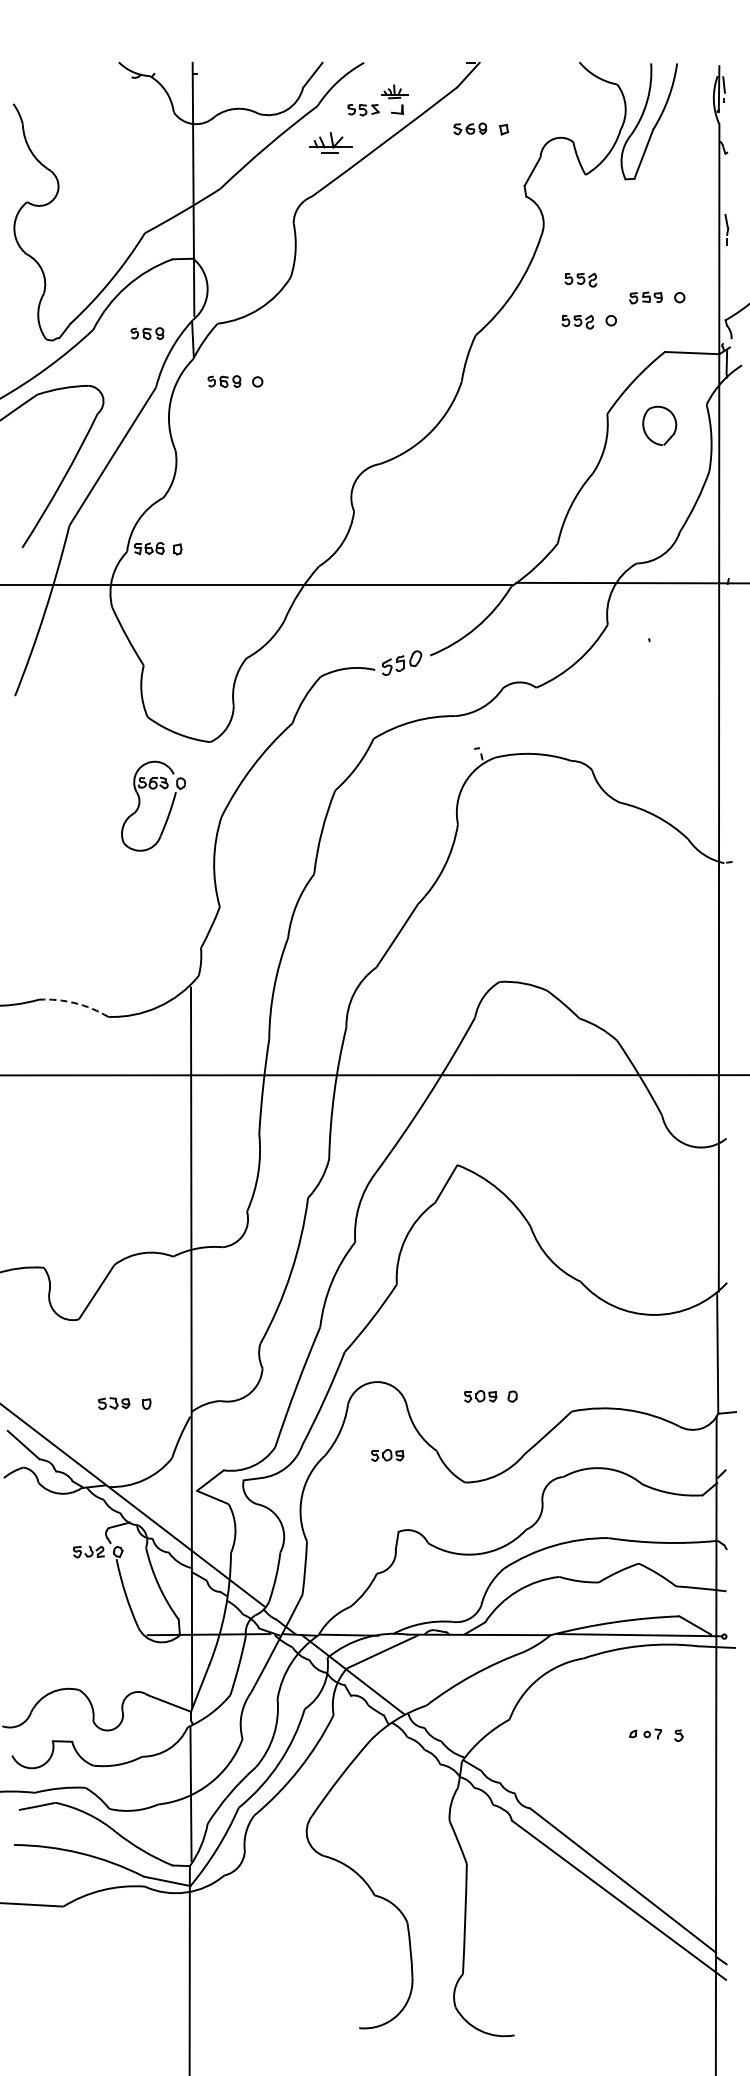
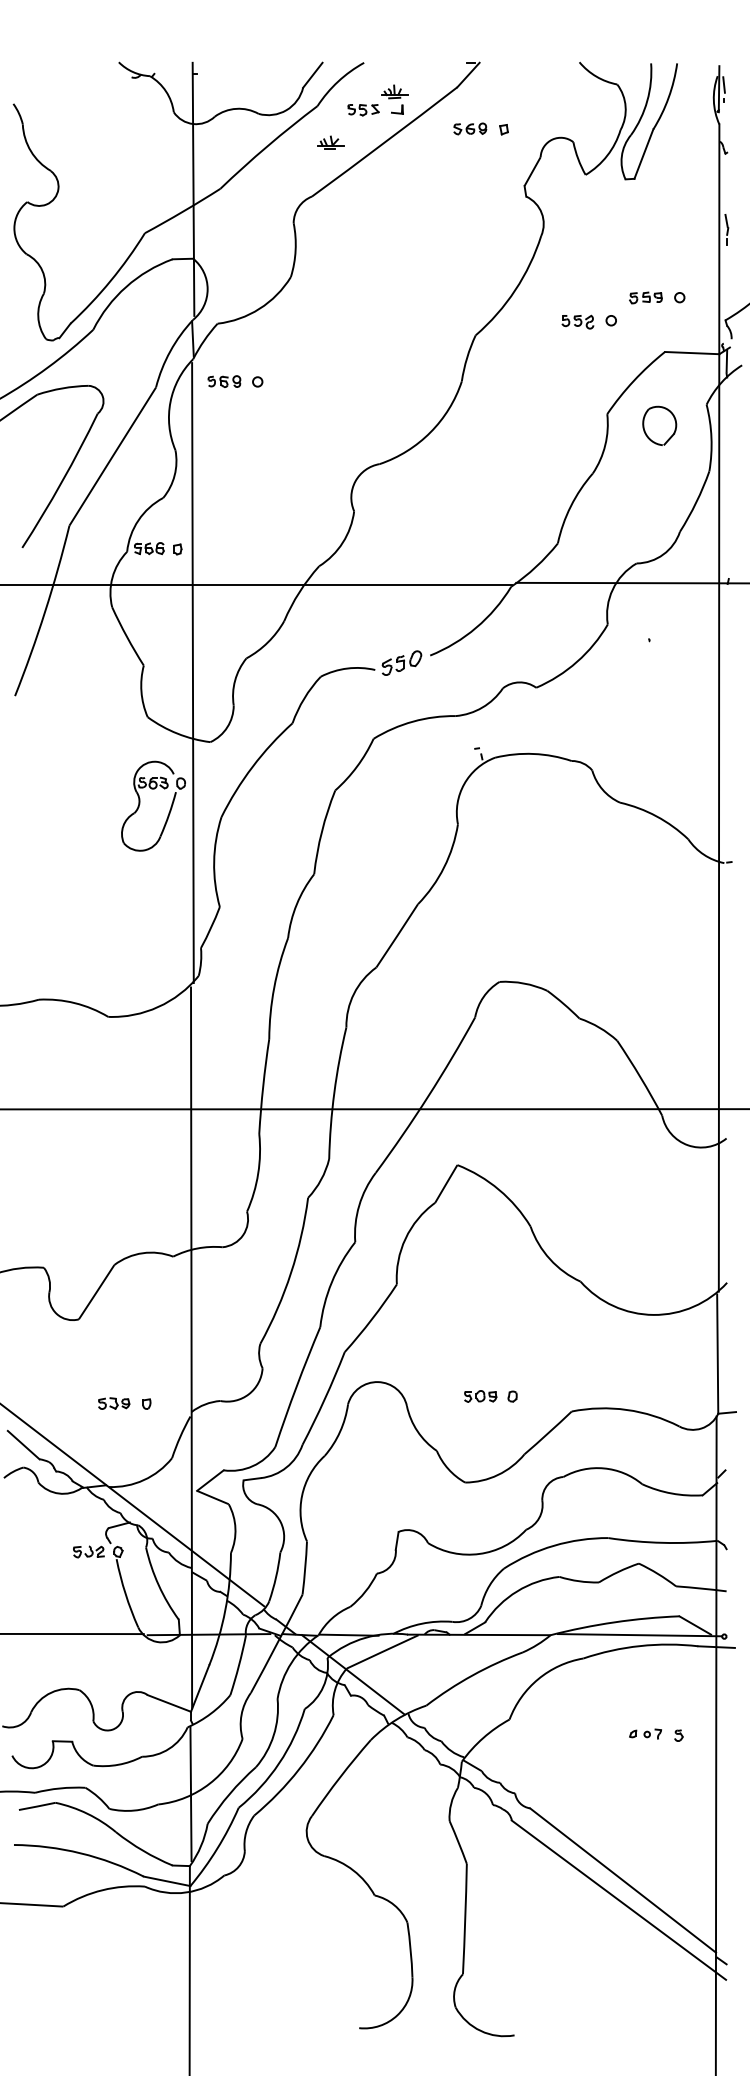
part at (330, 142) size: 44x22 px -> 28x15 px
part at (580, 279): present -> none
part at (147, 333): present -> none
line at (192, 673): none -> present
arc at (74, 1003): dashed -> solid
line at (374, 1075) position: (374, 1075) -> (374, 1109)
part at (387, 1455): present -> none
line at (72, 1633): none -> present
